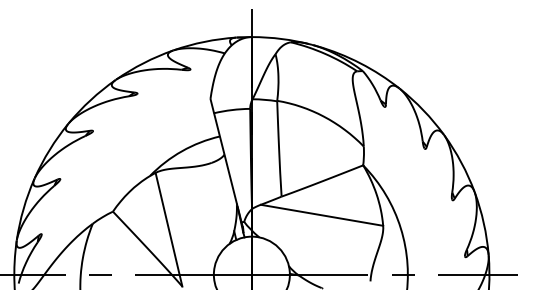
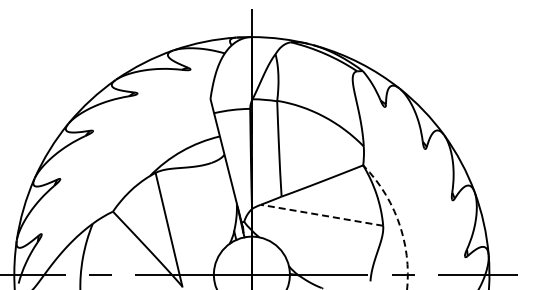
line at (321, 215): solid -> dashed
arc at (398, 222): solid -> dashed
